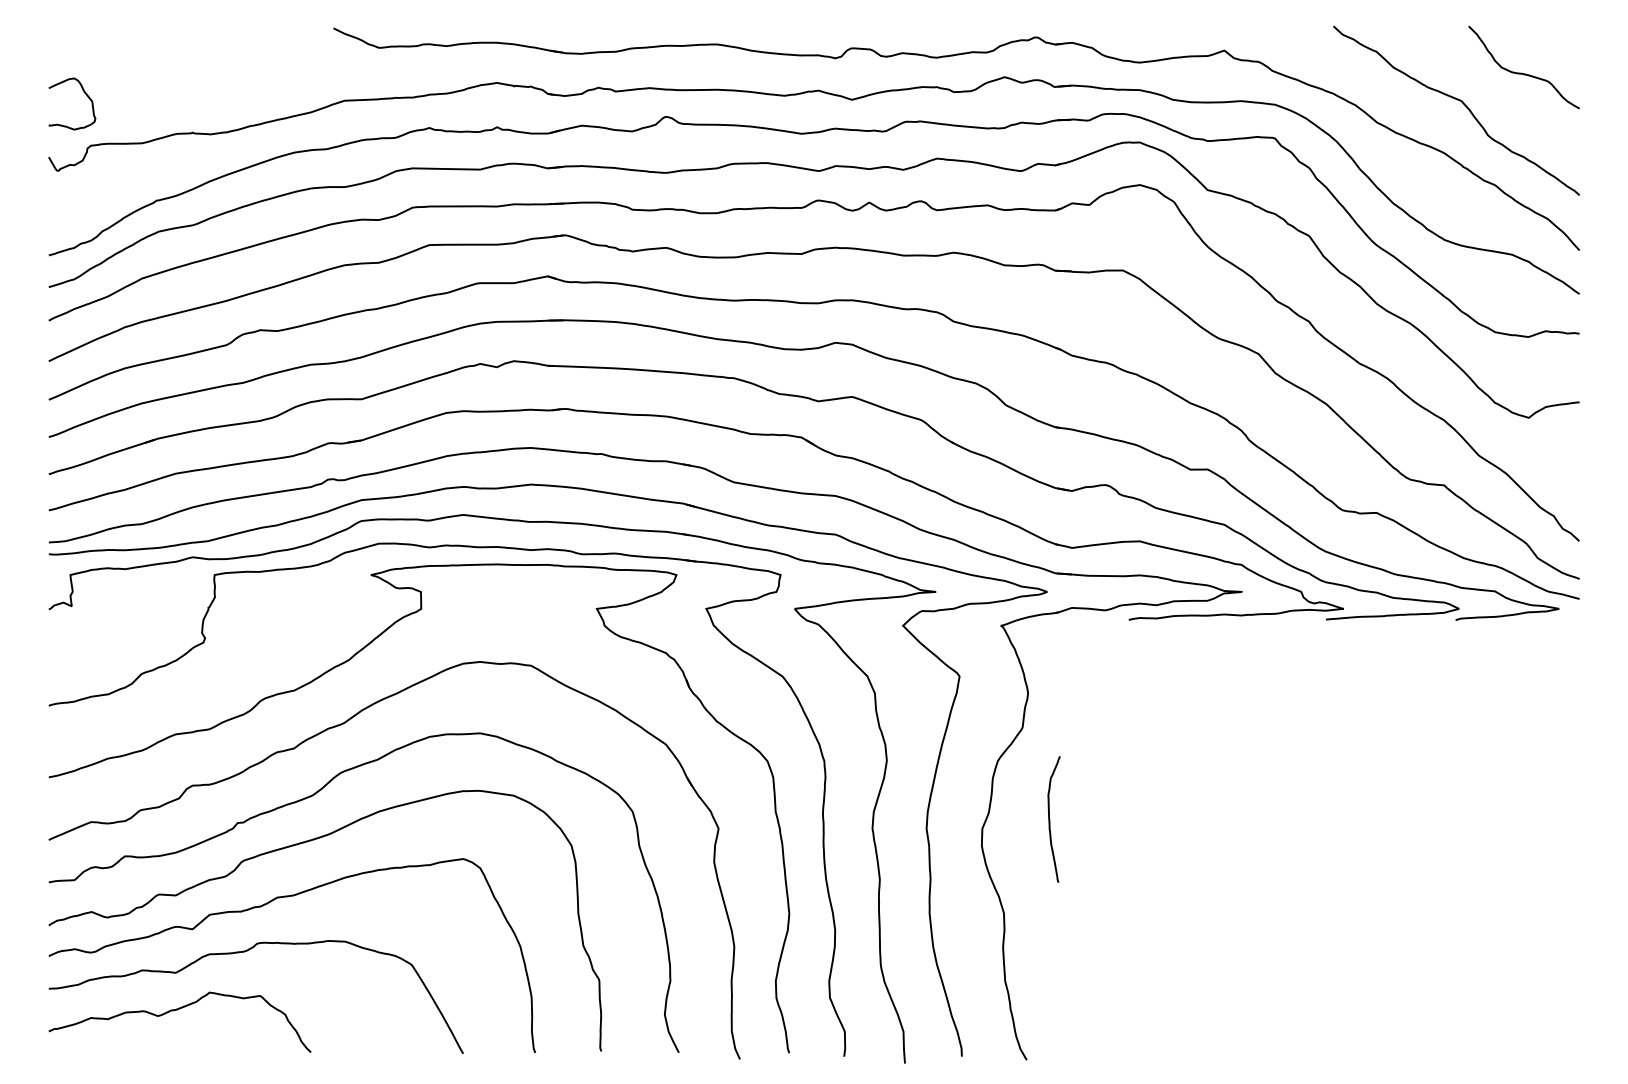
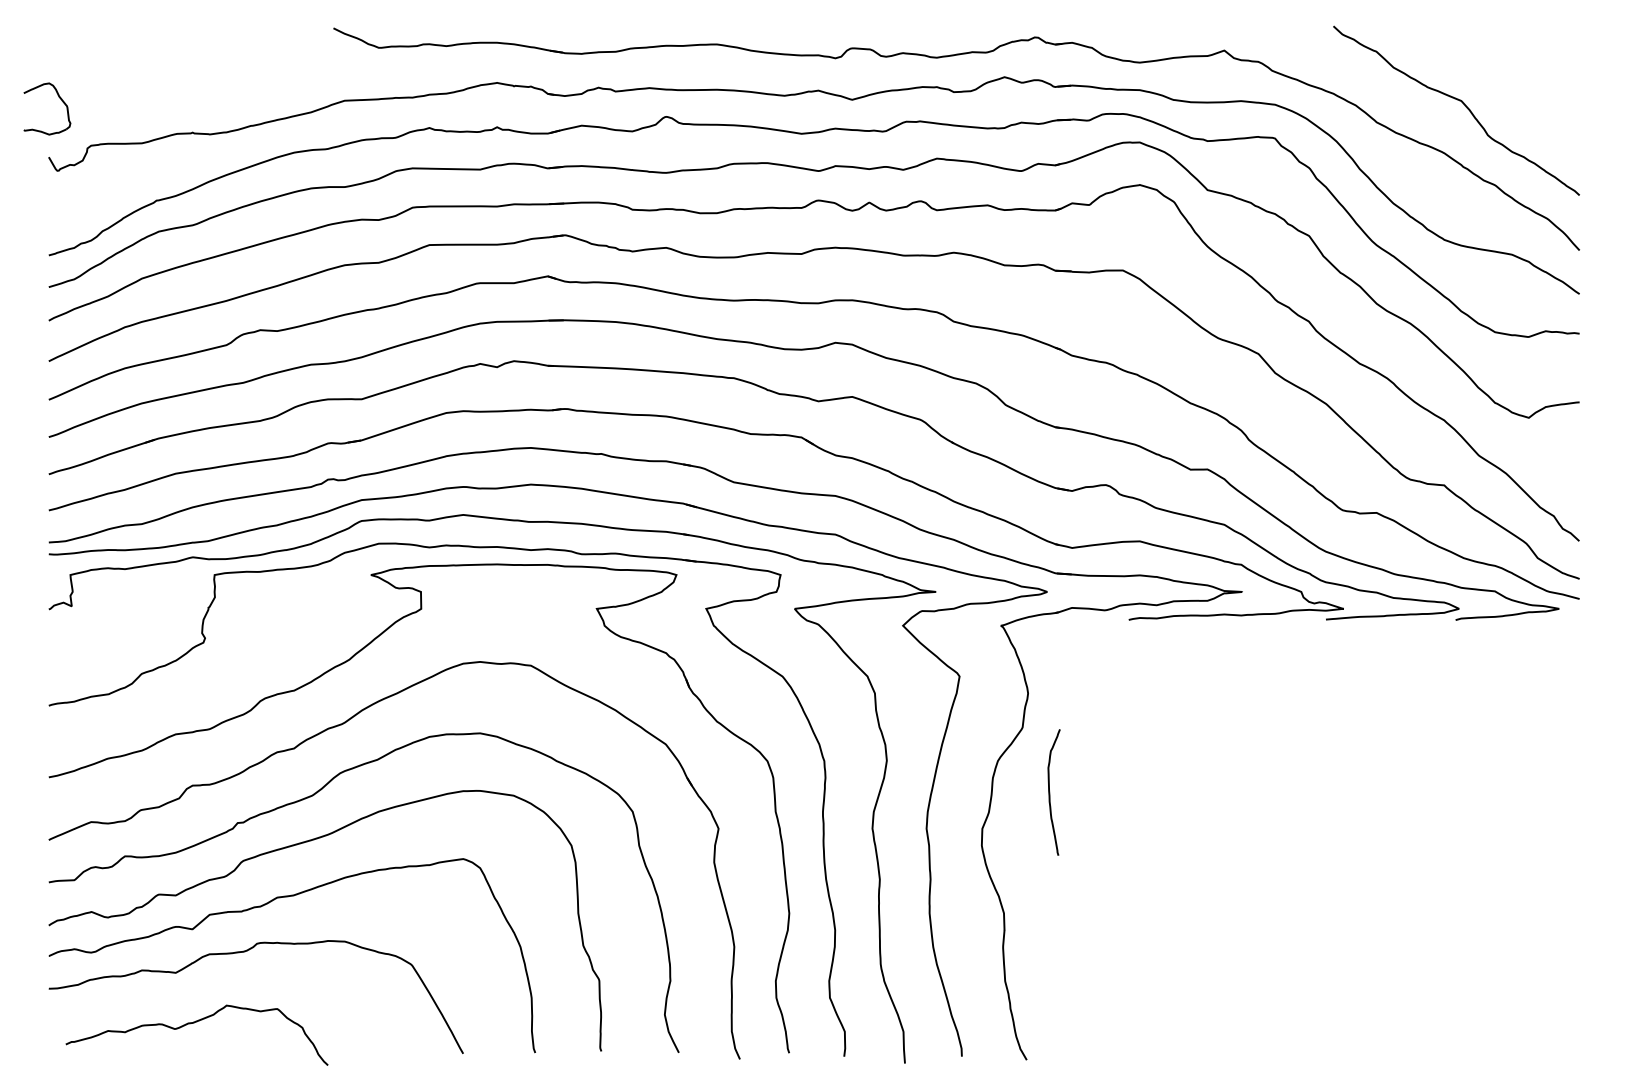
curve at (1521, 72): present -> none
part at (83, 92) position: (83, 92) -> (58, 97)
curve at (1050, 819) position: (1050, 819) -> (1050, 792)
curve at (177, 1010) position: (177, 1010) -> (194, 1023)
